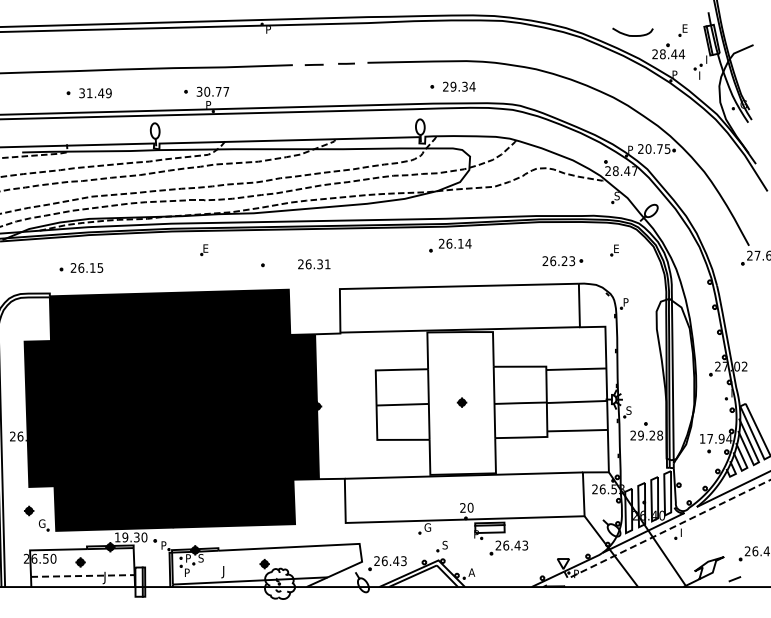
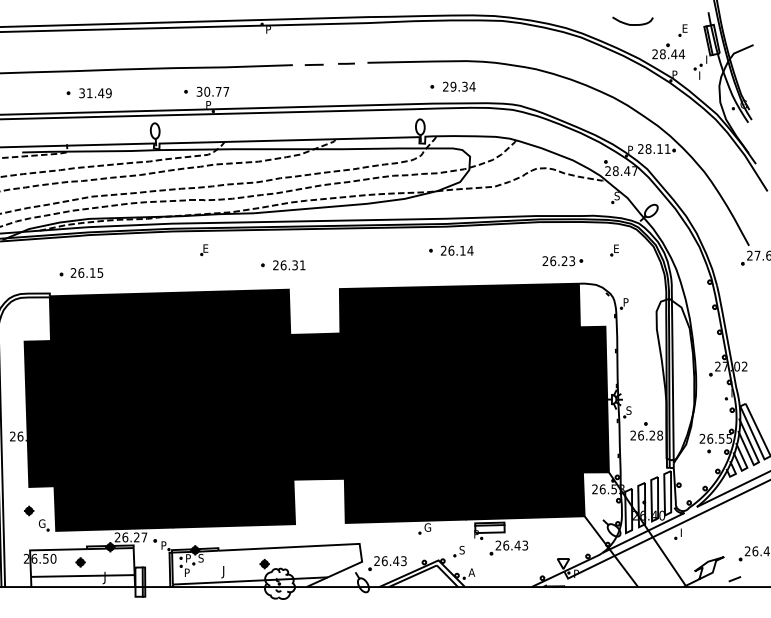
curve at (632, 35) position: (632, 35) -> (632, 24)
text at (657, 148): 20.75 -> 28.11
text at (455, 243) position: (455, 243) -> (457, 250)
text at (314, 264) position: (314, 264) -> (289, 265)
part at (81, 267) position: (81, 267) -> (81, 272)
fill at (461, 402): none -> present
text at (640, 435): 29.28 -> 26.28
text at (715, 438): 17.94 -> 26.55
line at (665, 531): dashed -> solid
text at (130, 537): 19.30 -> 26.27
part at (441, 546) position: (441, 546) -> (458, 551)
line at (82, 575): dashed -> solid
